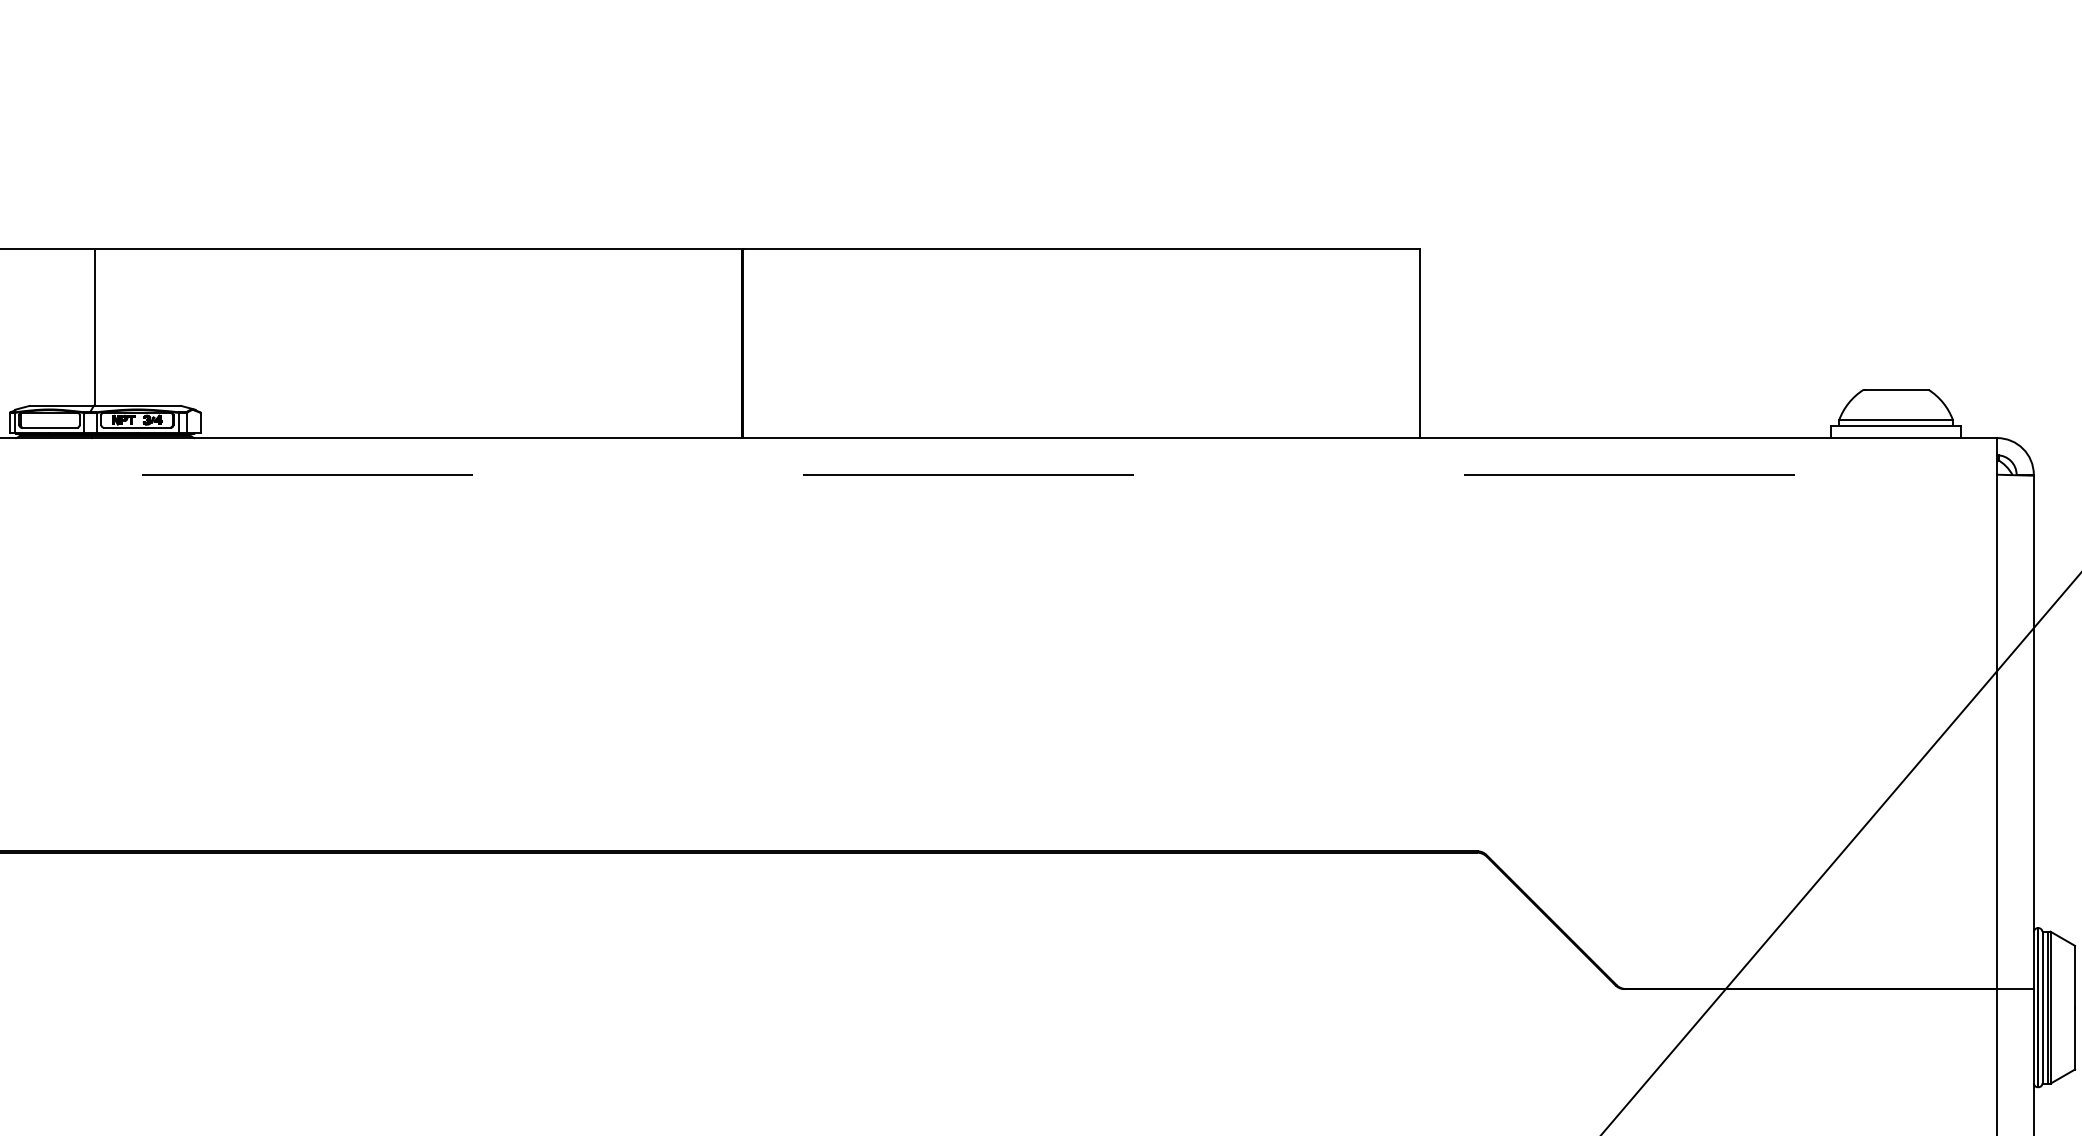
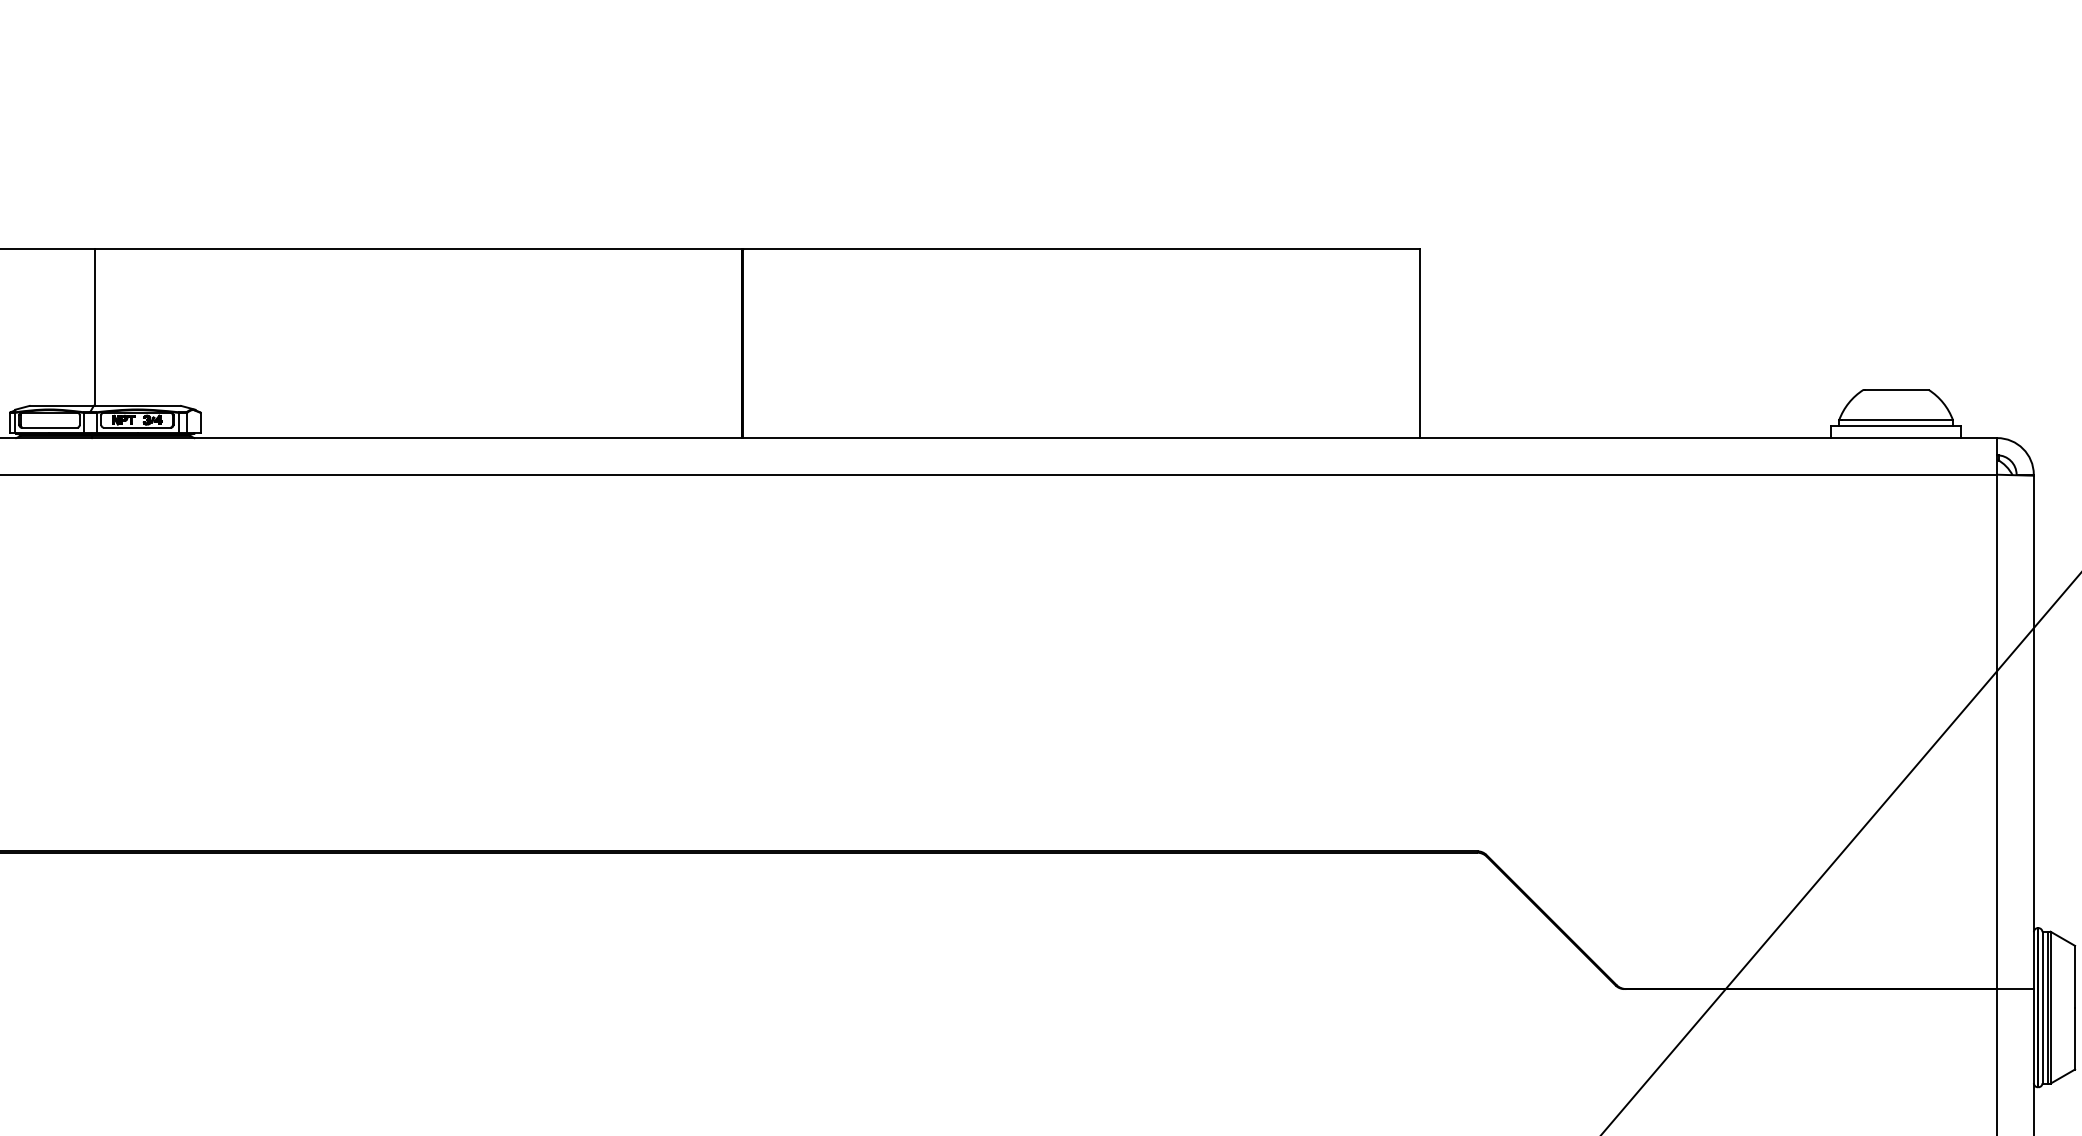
line at (999, 474): dashed -> solid
